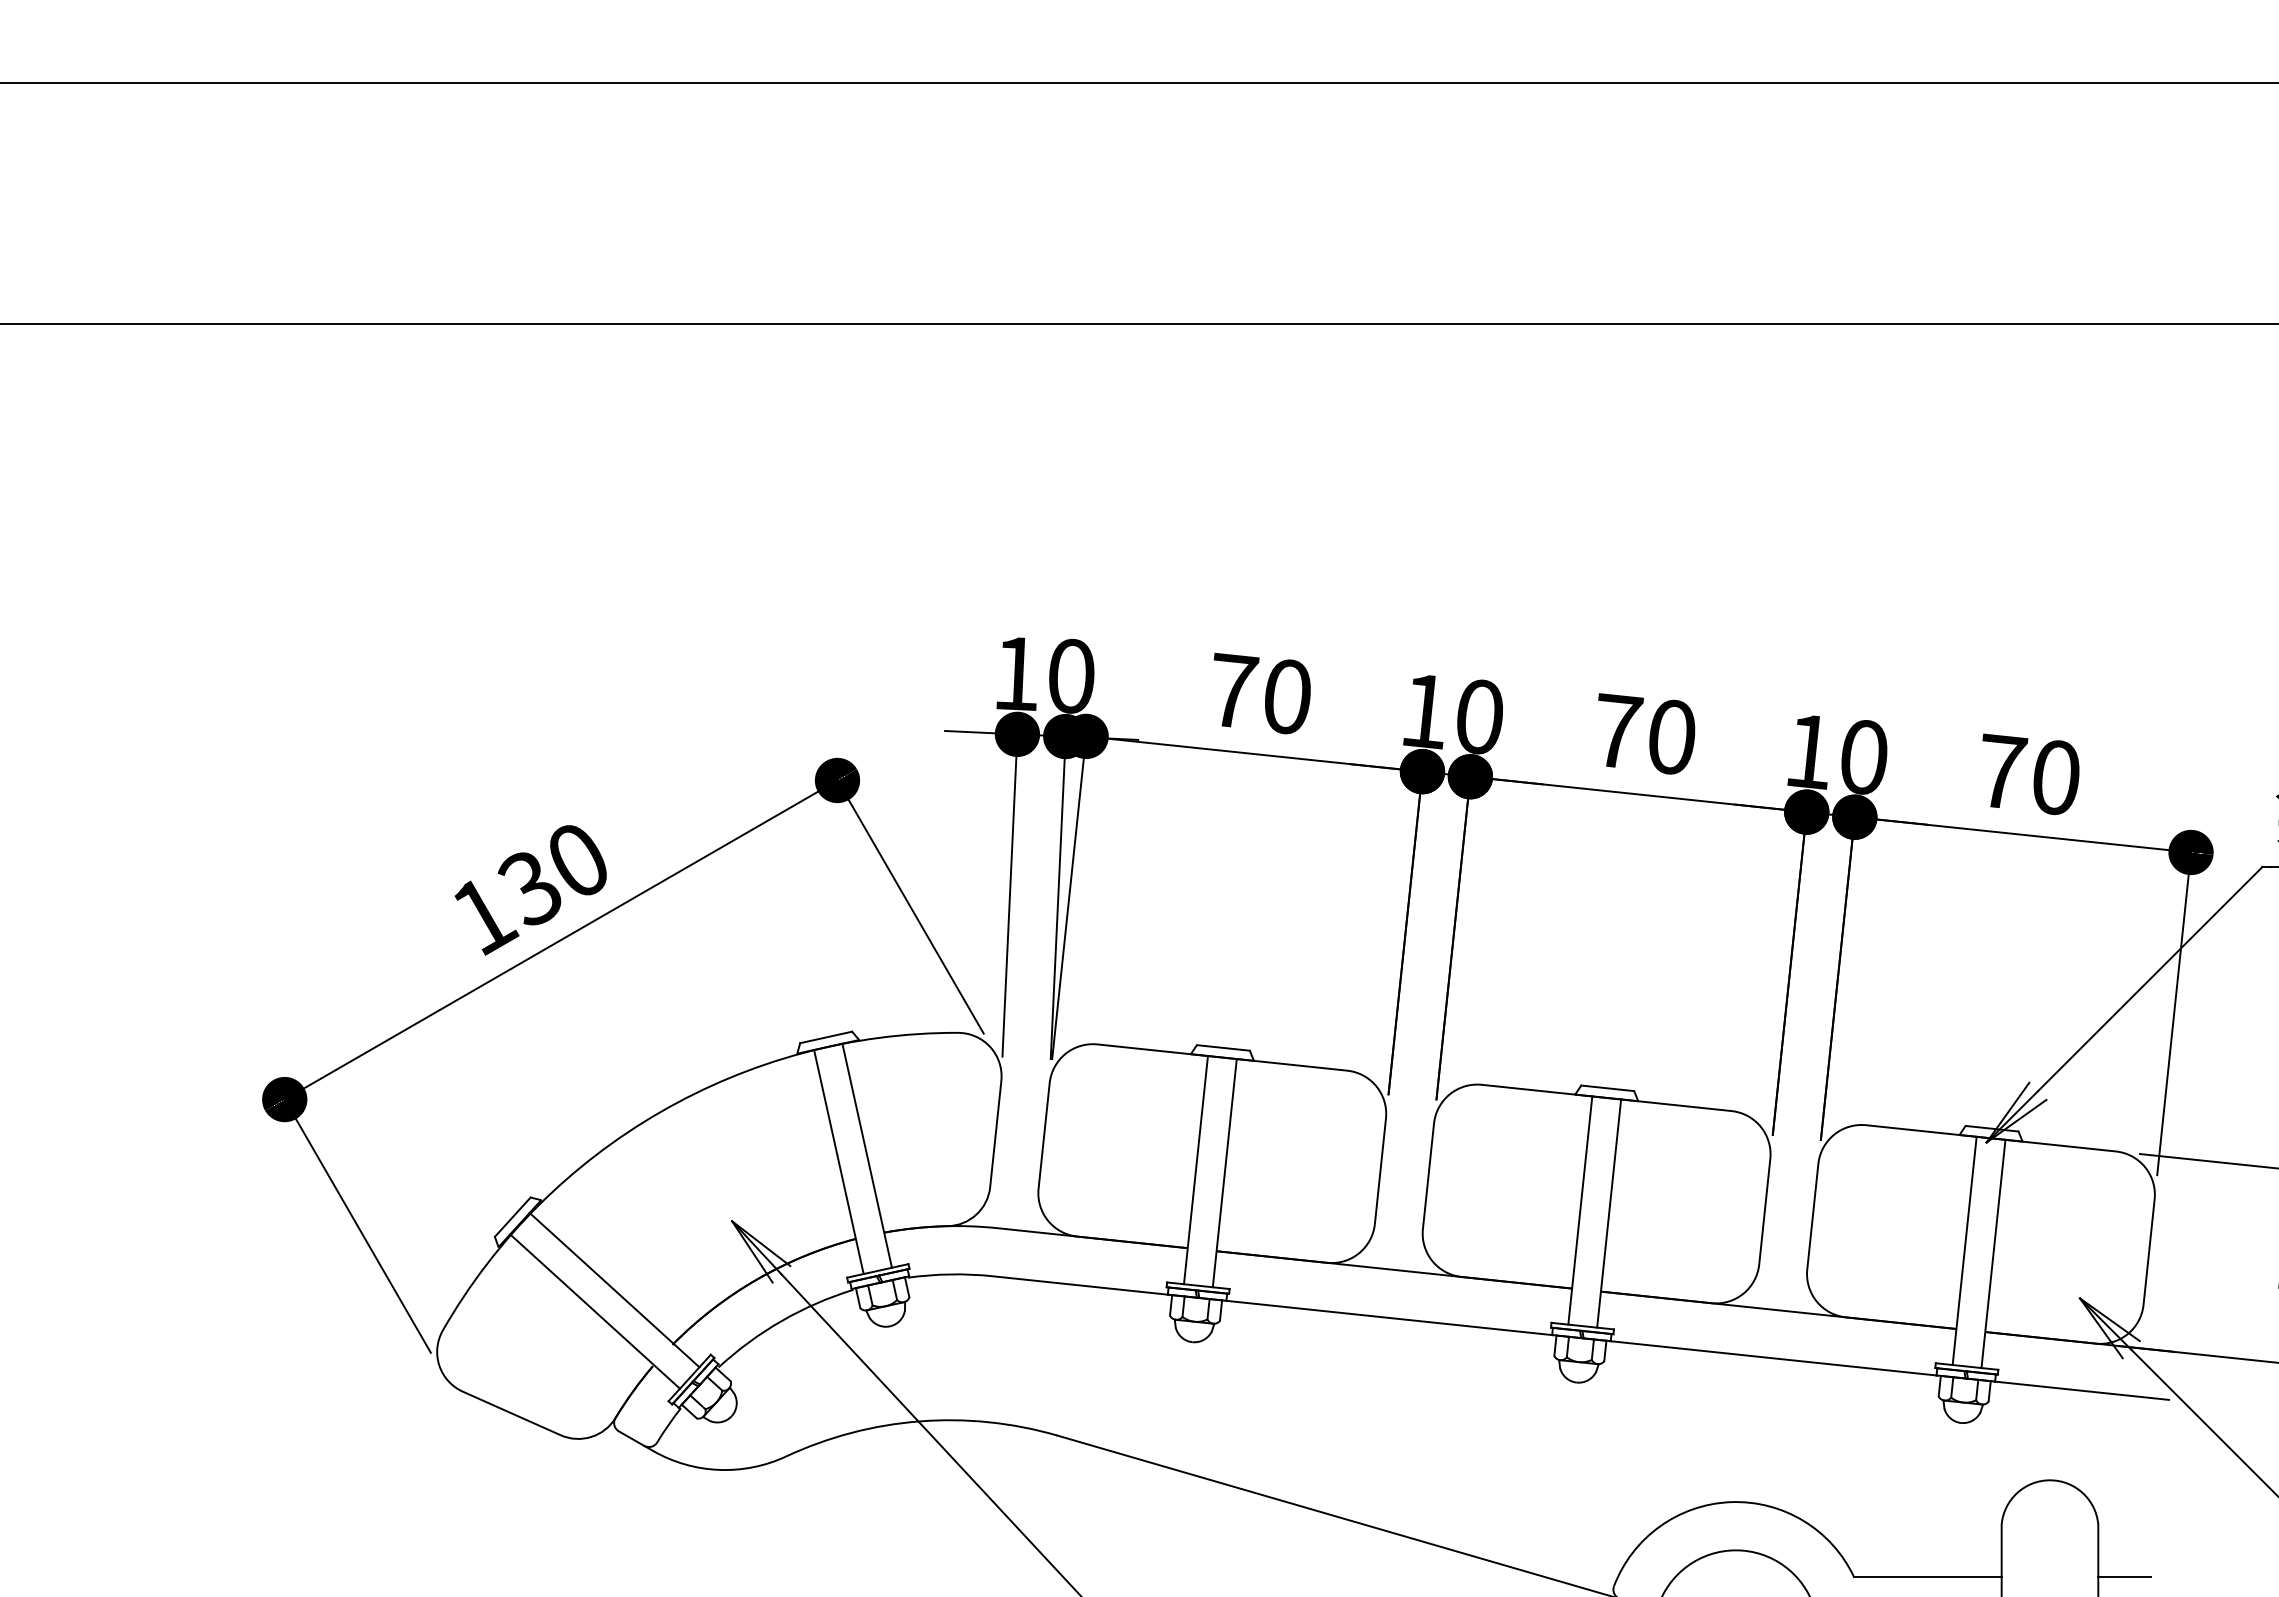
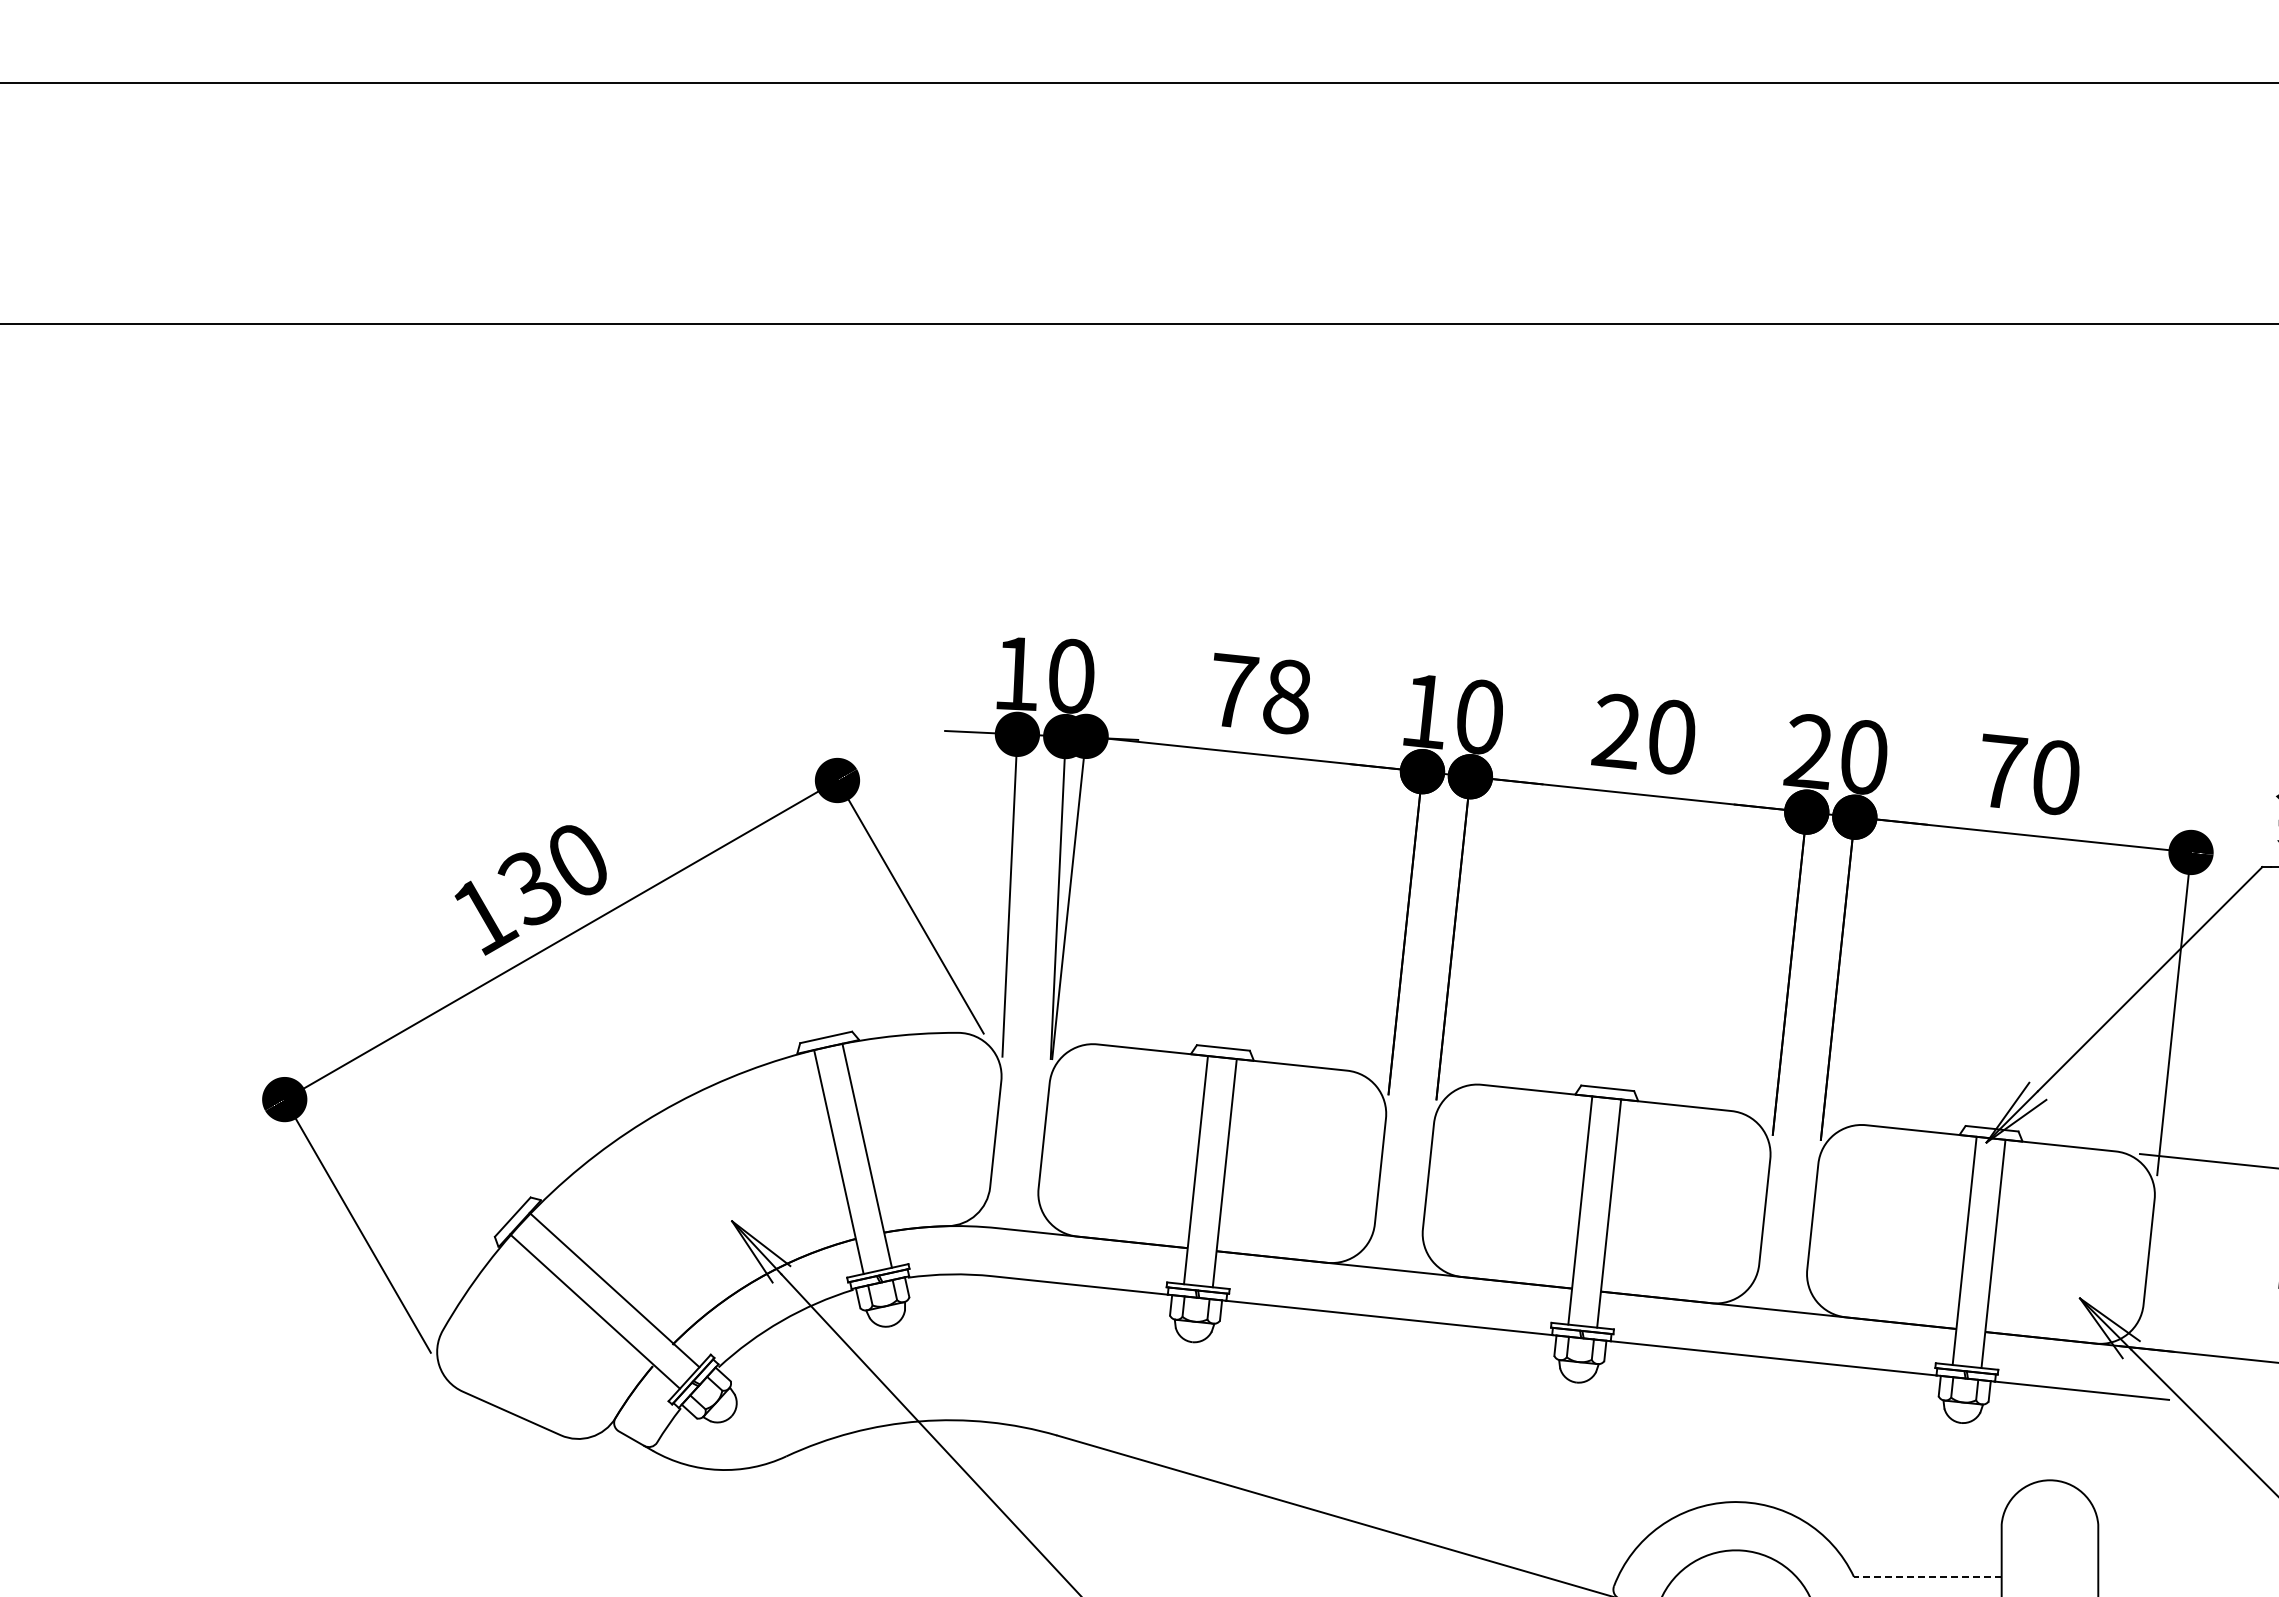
text at (1286, 696): 70 -> 78
text at (1617, 731): 70 -> 20
text at (1806, 751): 10 -> 20
line at (1927, 1576): solid -> dashed
line at (2124, 1576): present -> none
